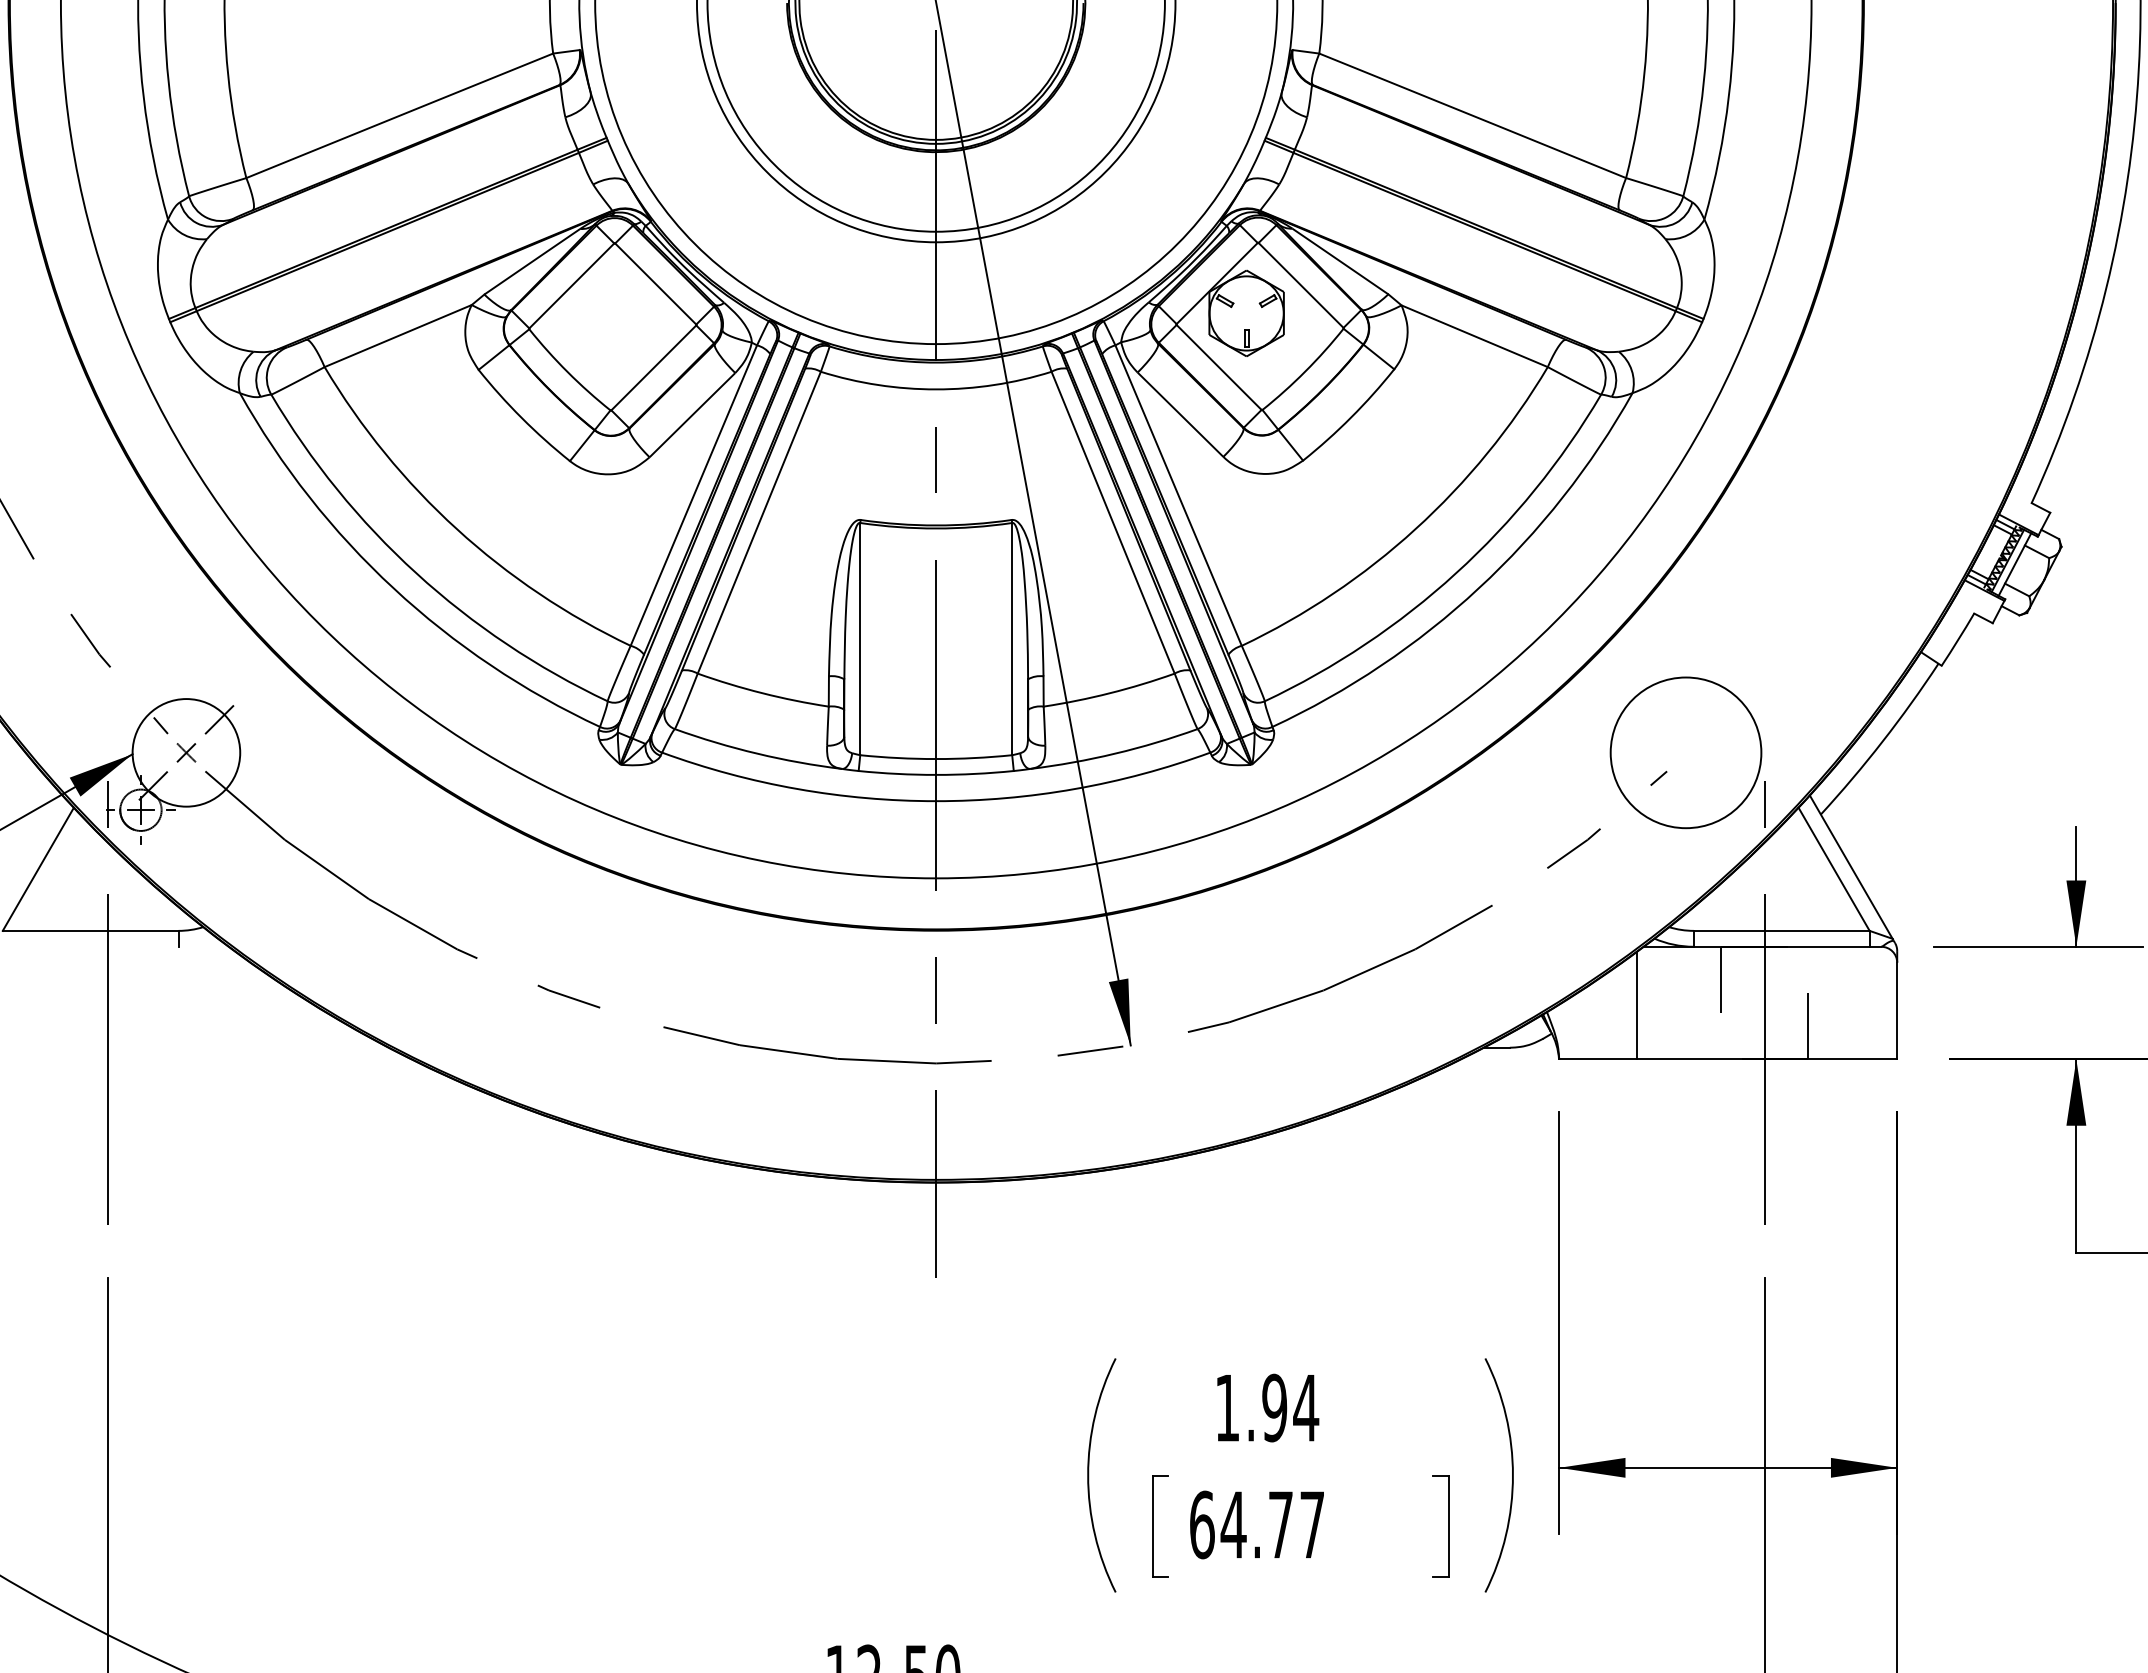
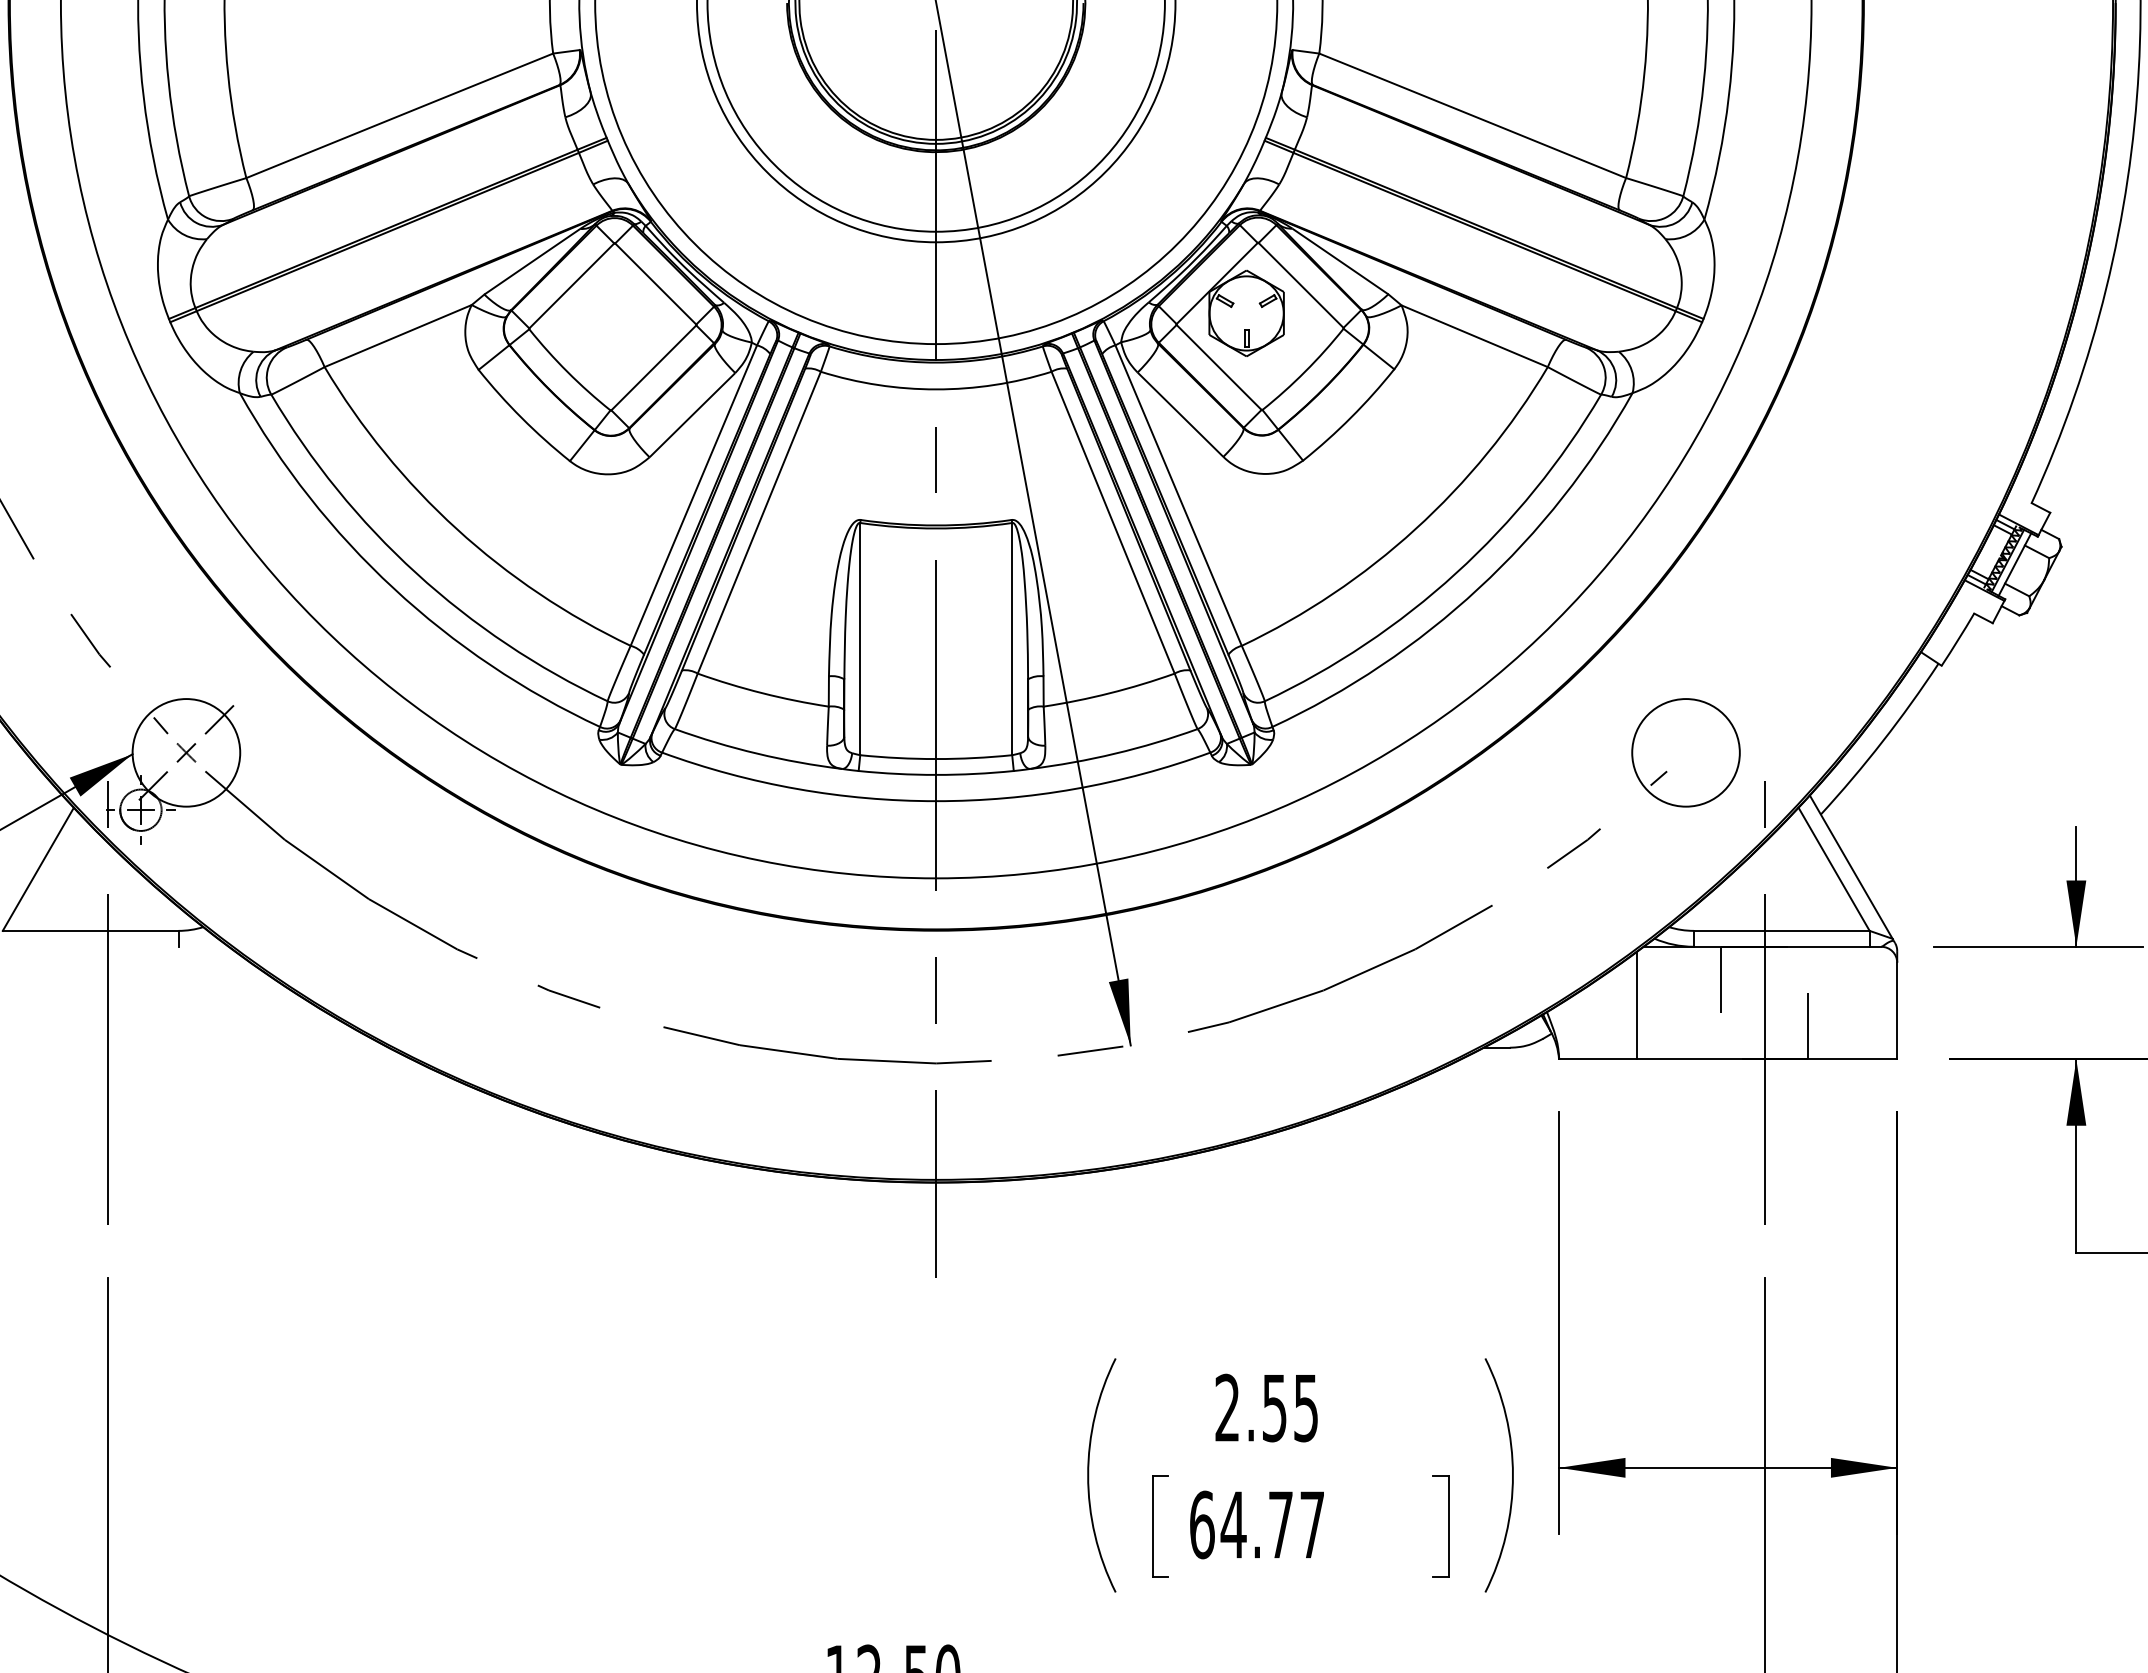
circle at (1685, 752) diameter: 151 px -> 108 px
text at (1267, 1407): 1.94 -> 2.55
